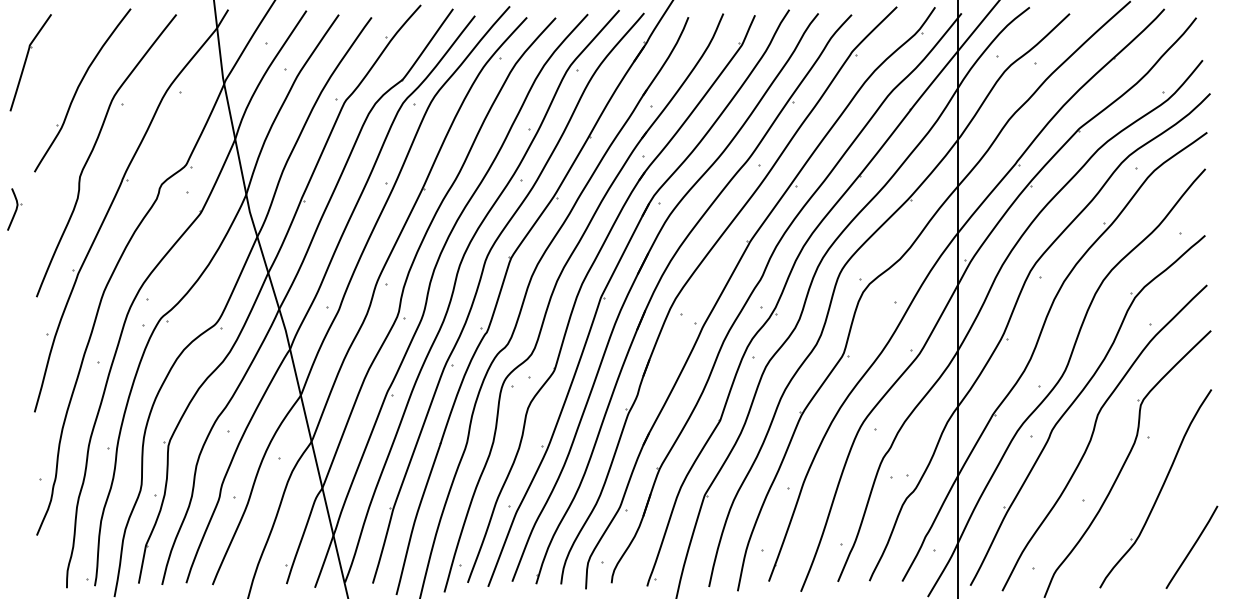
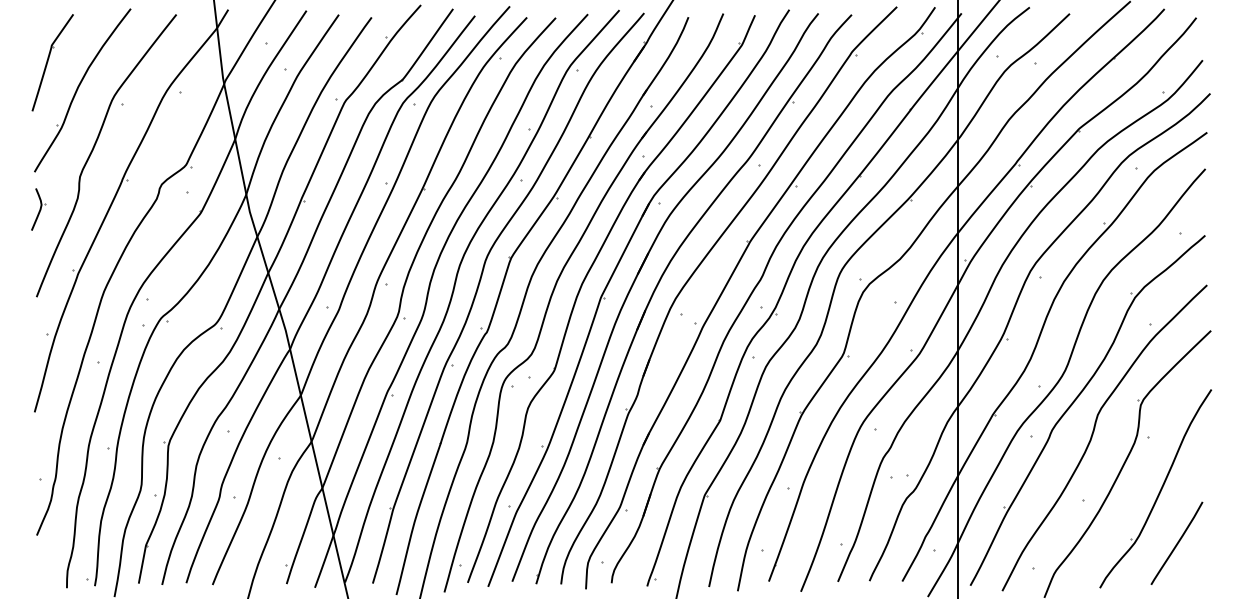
part at (30, 62) position: (30, 62) -> (52, 62)
part at (14, 209) position: (14, 209) -> (38, 209)
curve at (1192, 546) position: (1192, 546) -> (1177, 542)
